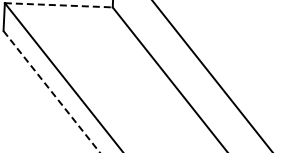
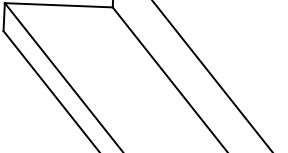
line at (58, 5): dashed -> solid
line at (51, 91): dashed -> solid
